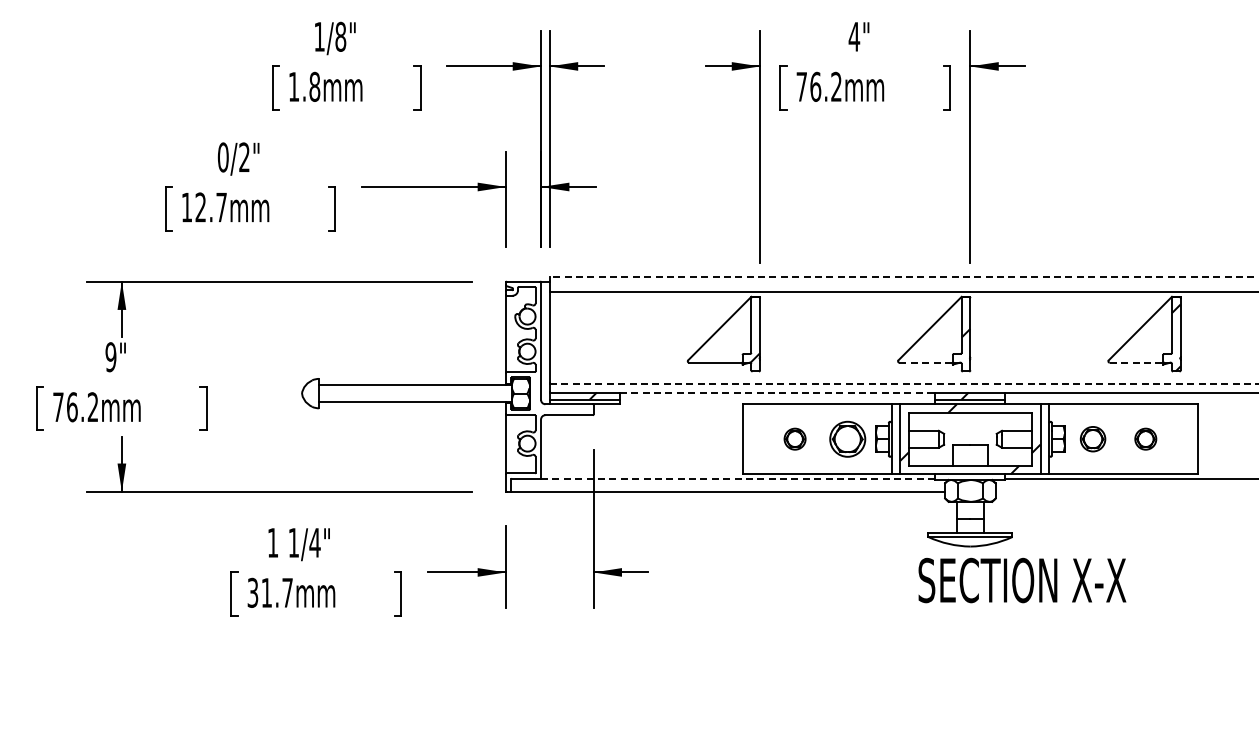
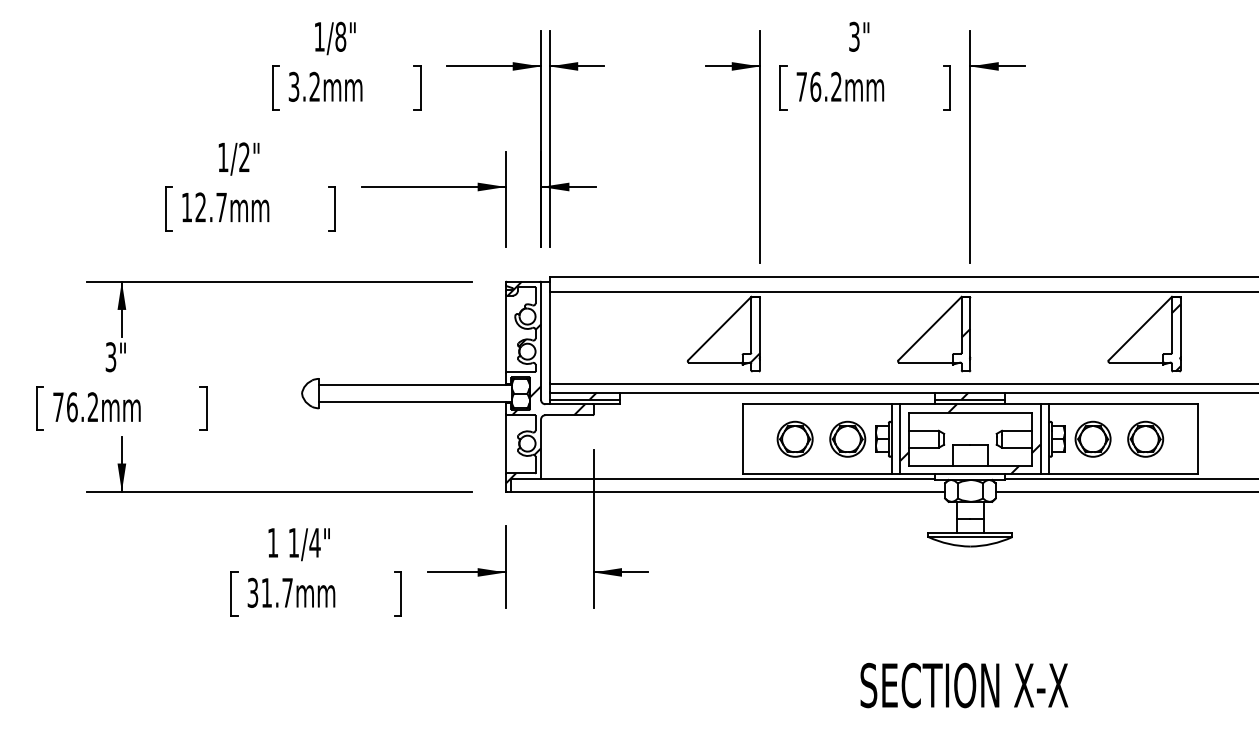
text at (854, 36): 4" -> 3"
text at (304, 86): 1.8mm -> 3.2mm
text at (222, 157): 0/2" -> 1/2"
line at (903, 276): dashed -> solid
text at (110, 357): 9" -> 3"
line at (926, 362): dashed -> solid
line at (1136, 362): dashed -> solid
hatch at (545, 382): none -> present
line at (904, 383): dashed -> solid
line at (777, 392): dashed -> solid
part at (794, 438) size: 24x24 px -> 38x38 px
part at (1145, 438) size: 24x24 px -> 38x38 px
part at (1092, 439) size: 28x27 px -> 38x38 px
line at (738, 478): dashed -> solid
line at (1125, 491): none -> present
text at (1022, 580) position: (1022, 580) -> (964, 685)
